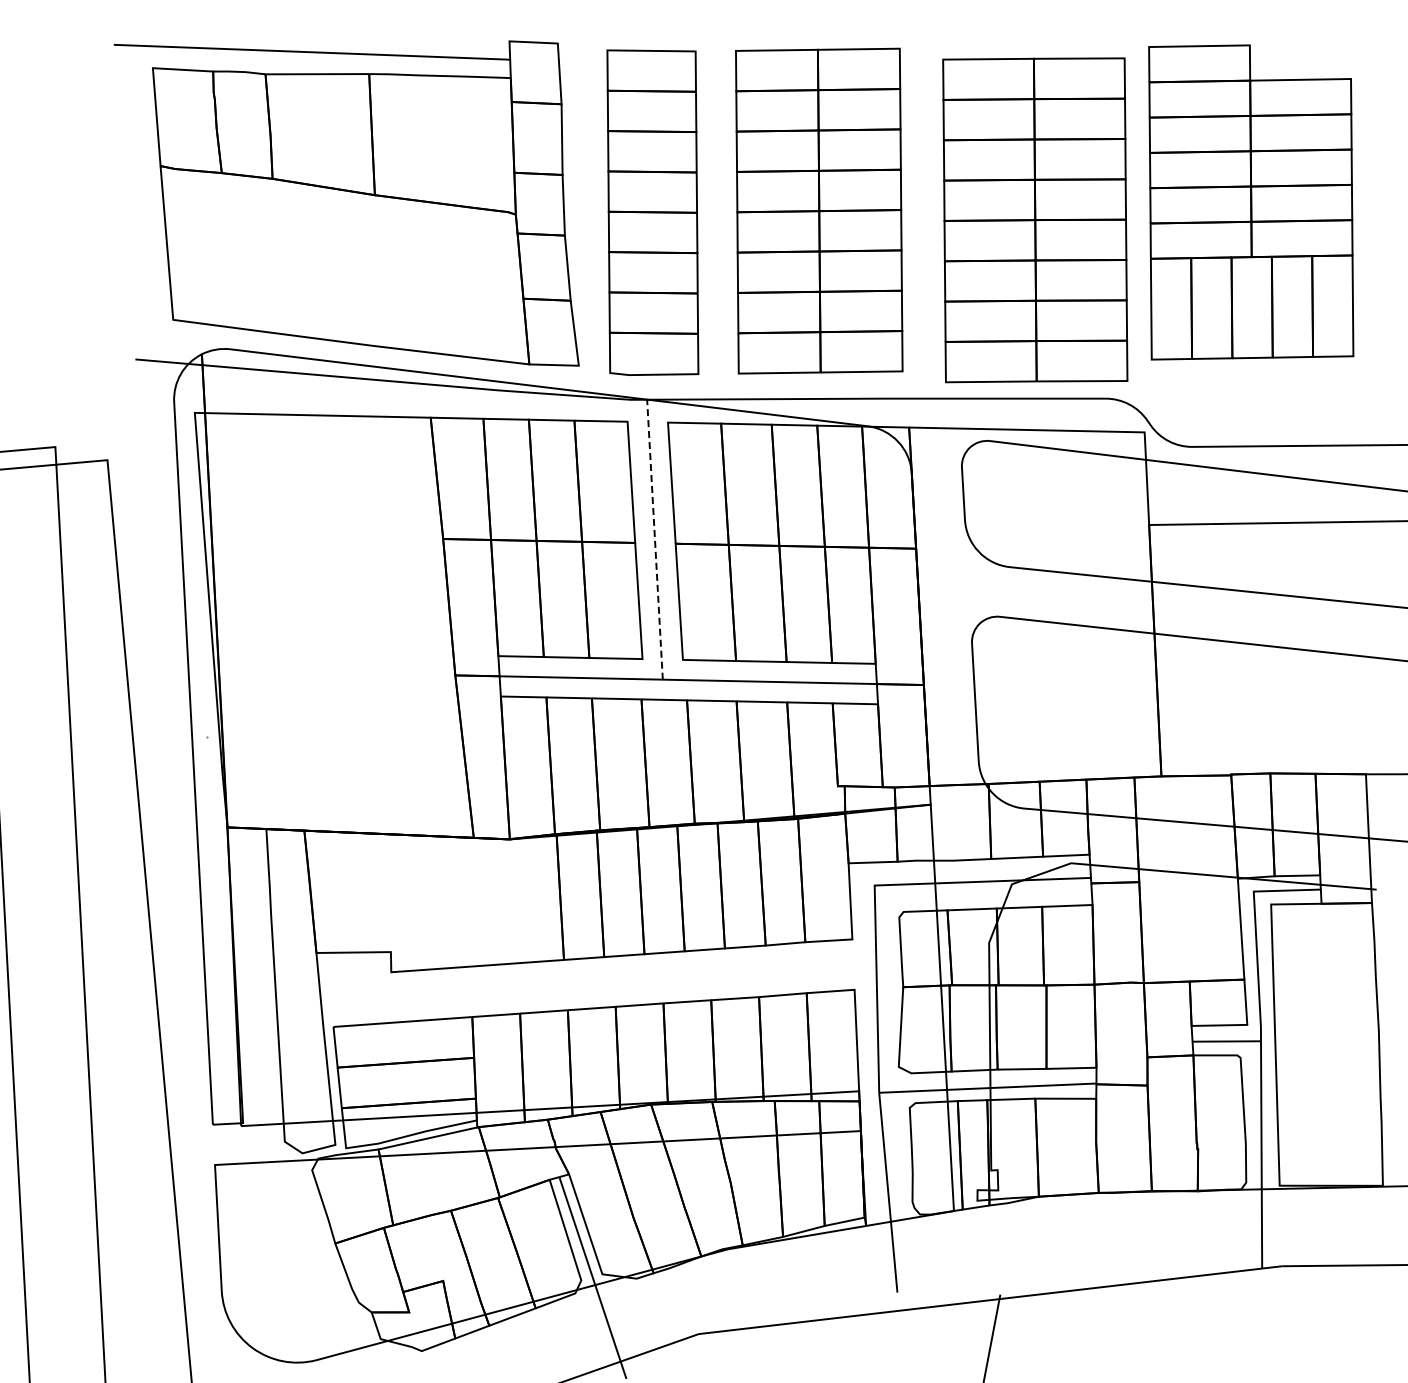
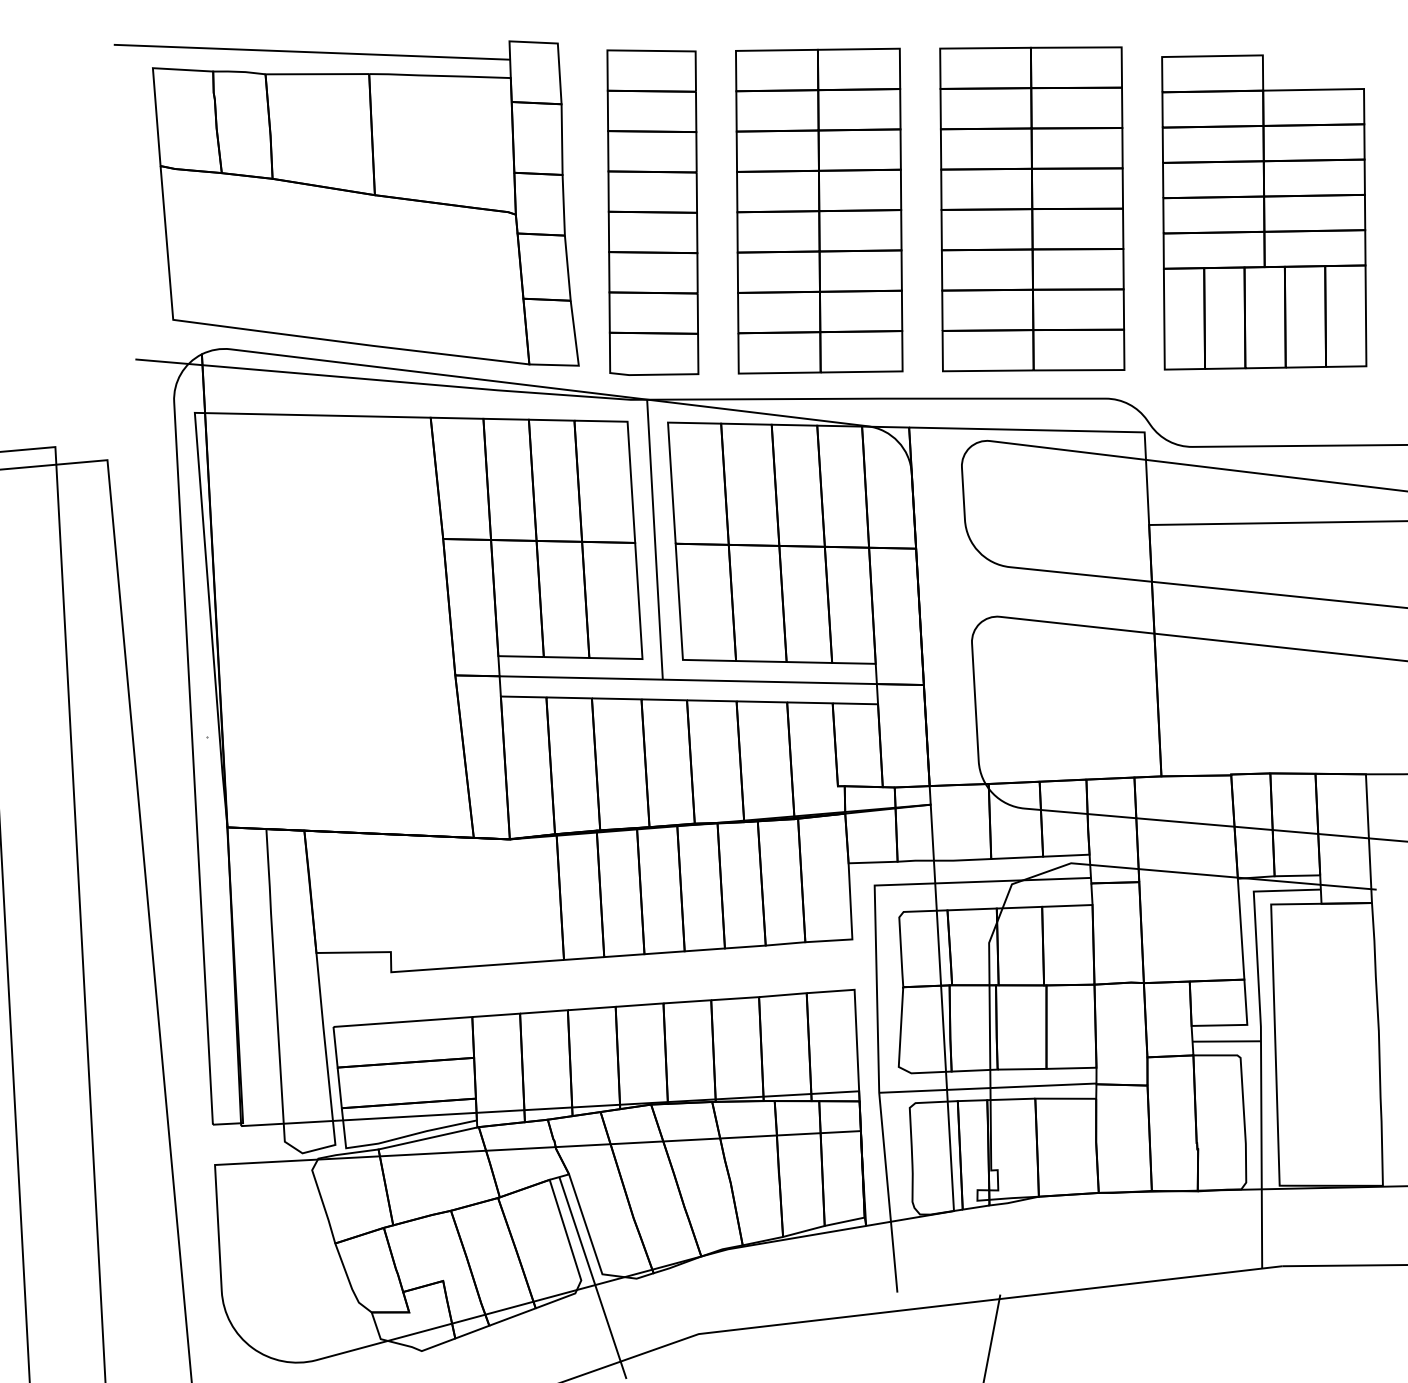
part at (1251, 202) position: (1251, 202) -> (1264, 212)
part at (1035, 220) position: (1035, 220) -> (1032, 209)
line at (654, 539): dashed -> solid
